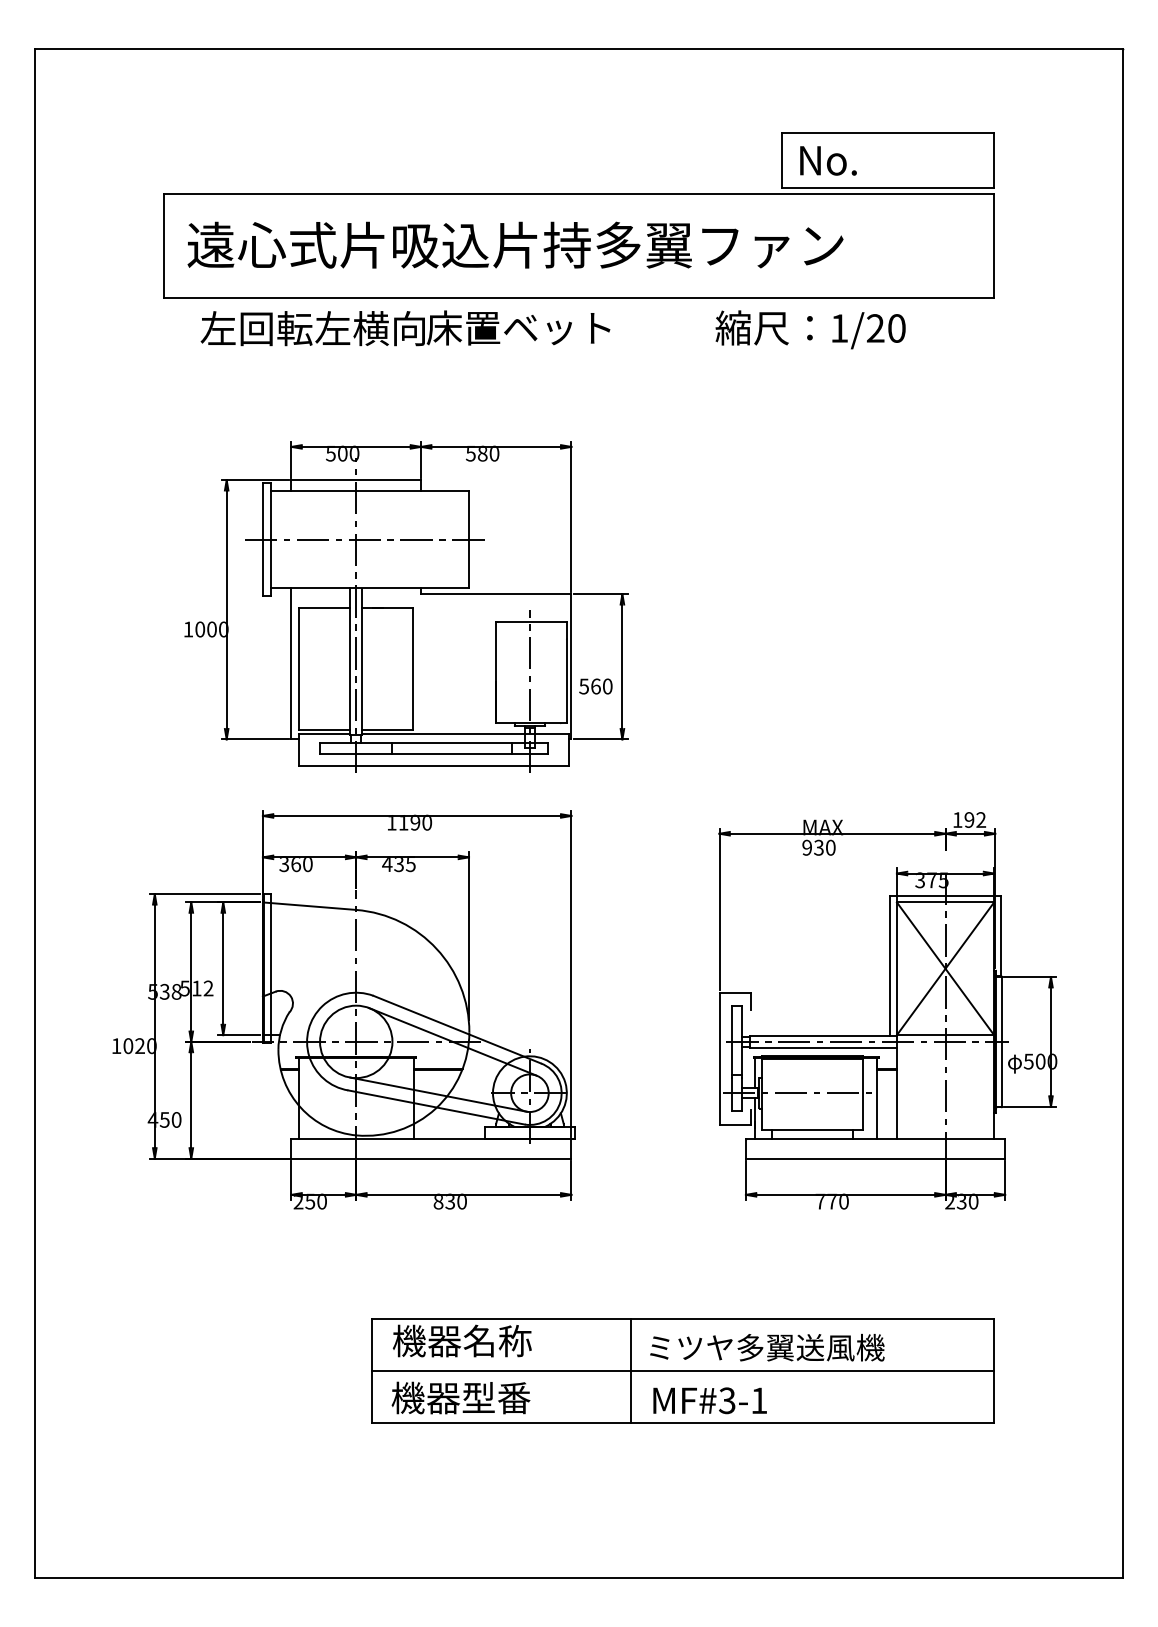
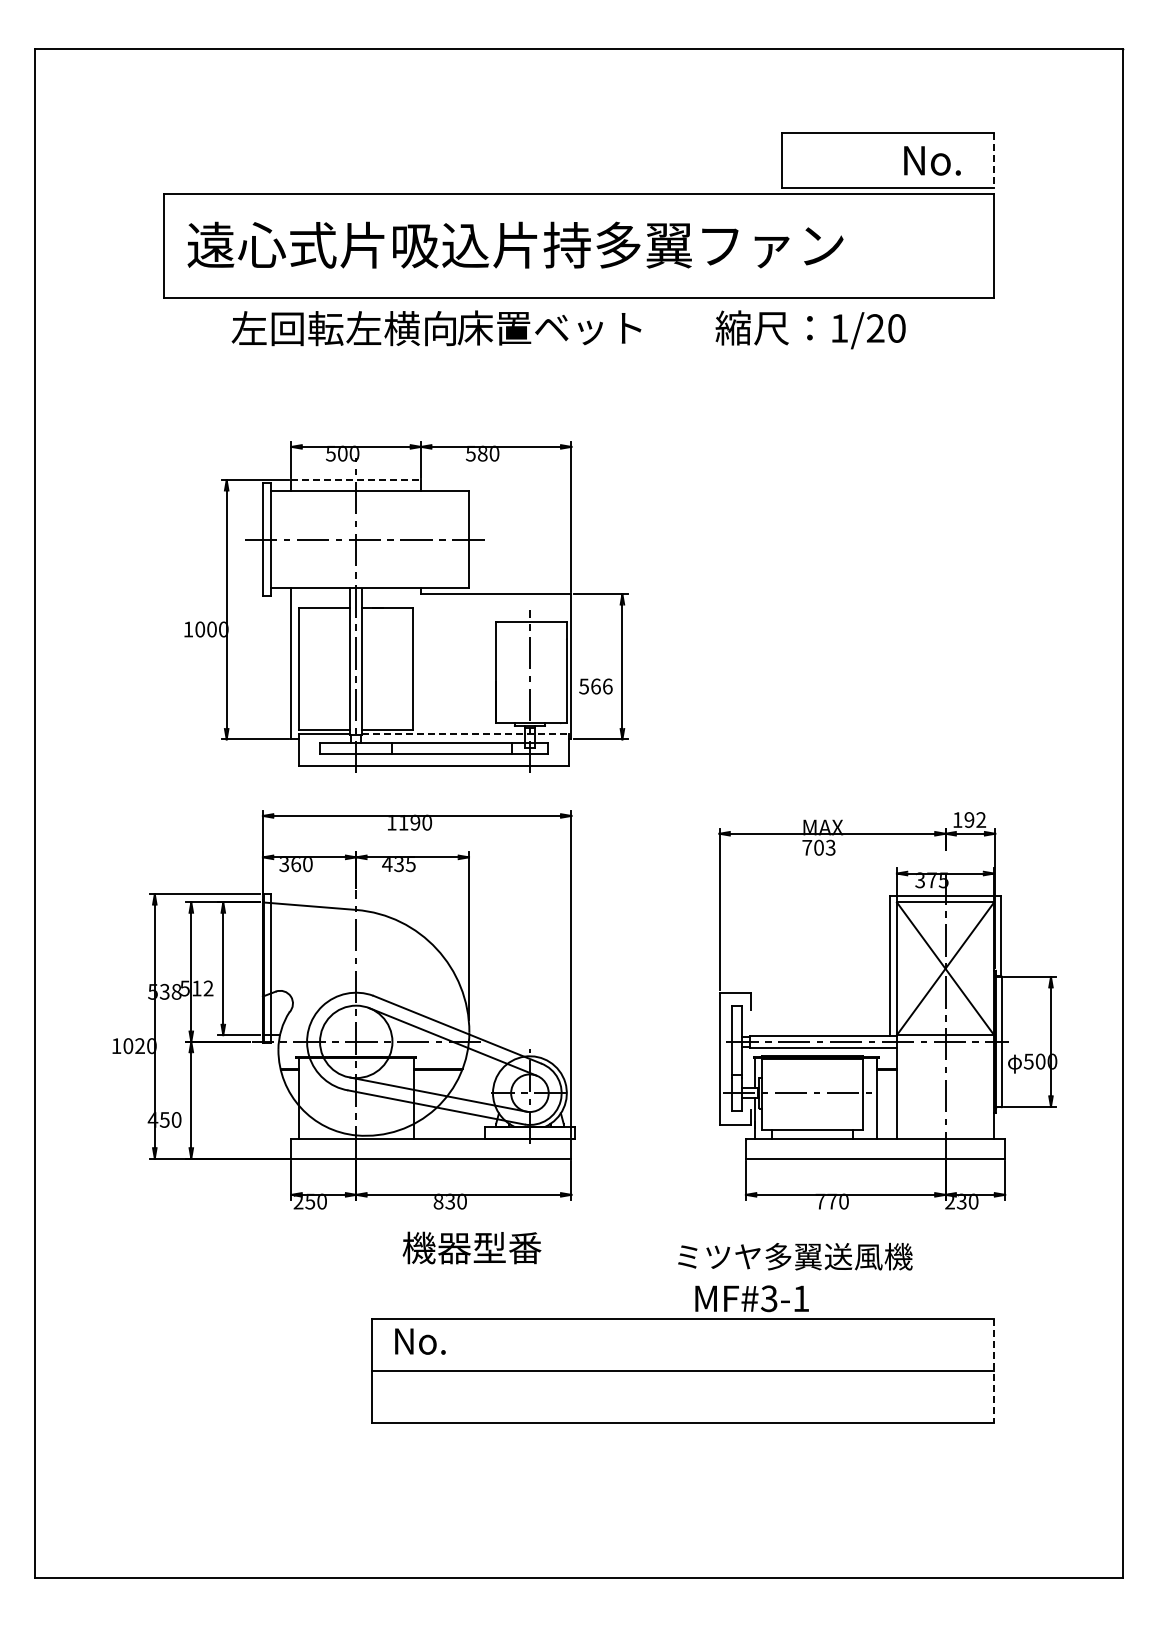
text at (828, 160) position: (828, 160) -> (932, 160)
line at (993, 161): solid -> dashed
text at (405, 328) position: (405, 328) -> (436, 328)
line at (356, 480): solid -> dashed
text at (607, 686): 560 -> 566
line at (465, 734): solid -> dashed
text at (818, 847): 930 -> 703
text at (461, 1340): 機器名称 -> No.
text at (767, 1347) position: (767, 1347) -> (795, 1256)
line at (630, 1370): present -> none
line at (993, 1370): solid -> dashed
text at (460, 1397) position: (460, 1397) -> (471, 1247)
text at (709, 1400) position: (709, 1400) -> (751, 1298)
